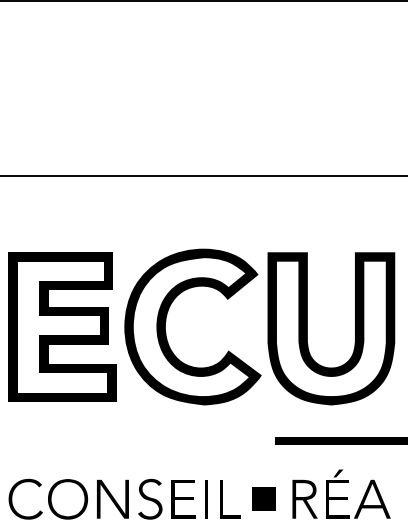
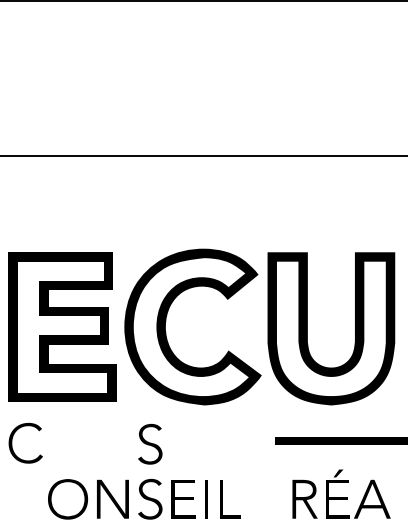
line at (203, 175) position: (203, 175) -> (203, 155)
part at (150, 444): none -> present
part at (12, 498) position: (12, 498) -> (12, 442)
fill at (263, 498): present -> none
